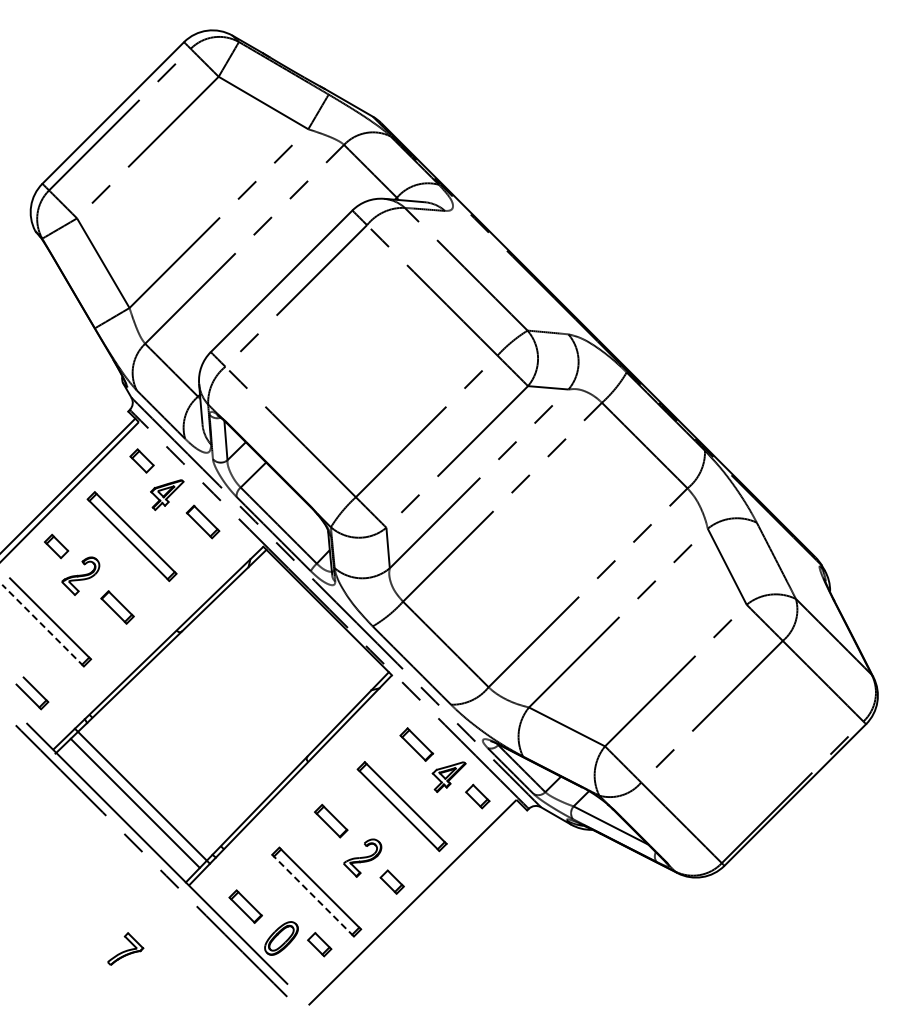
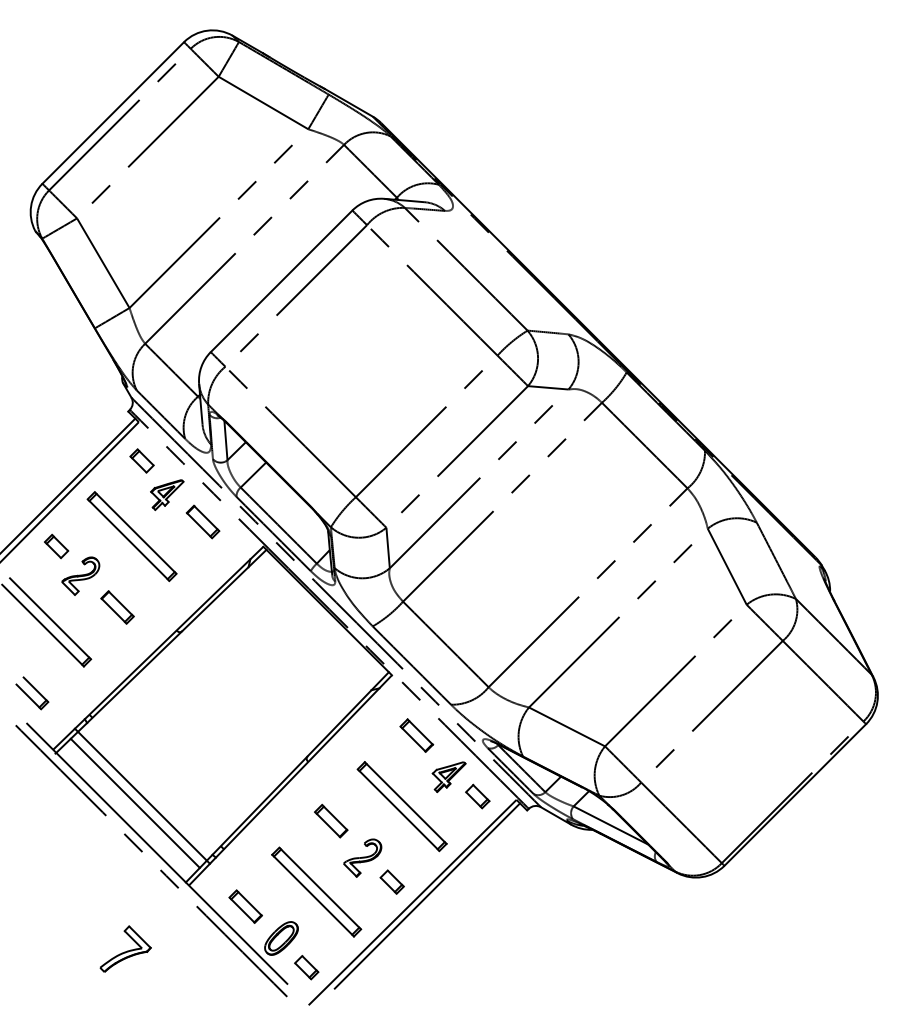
line at (43, 625): dashed -> solid
part at (416, 744) position: (416, 744) -> (416, 735)
line at (313, 895): dashed -> solid
line at (427, 895): none -> present
part at (319, 944) position: (319, 944) -> (306, 967)
part at (125, 948) size: 38x34 px -> 53x48 px
